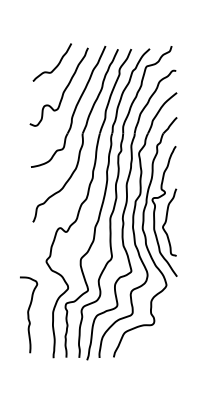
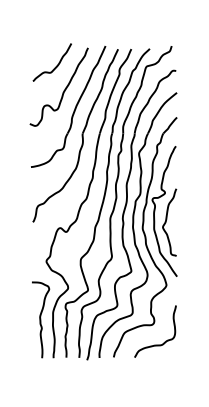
curve at (29, 314) position: (29, 314) -> (41, 319)
curve at (155, 344): none -> present
